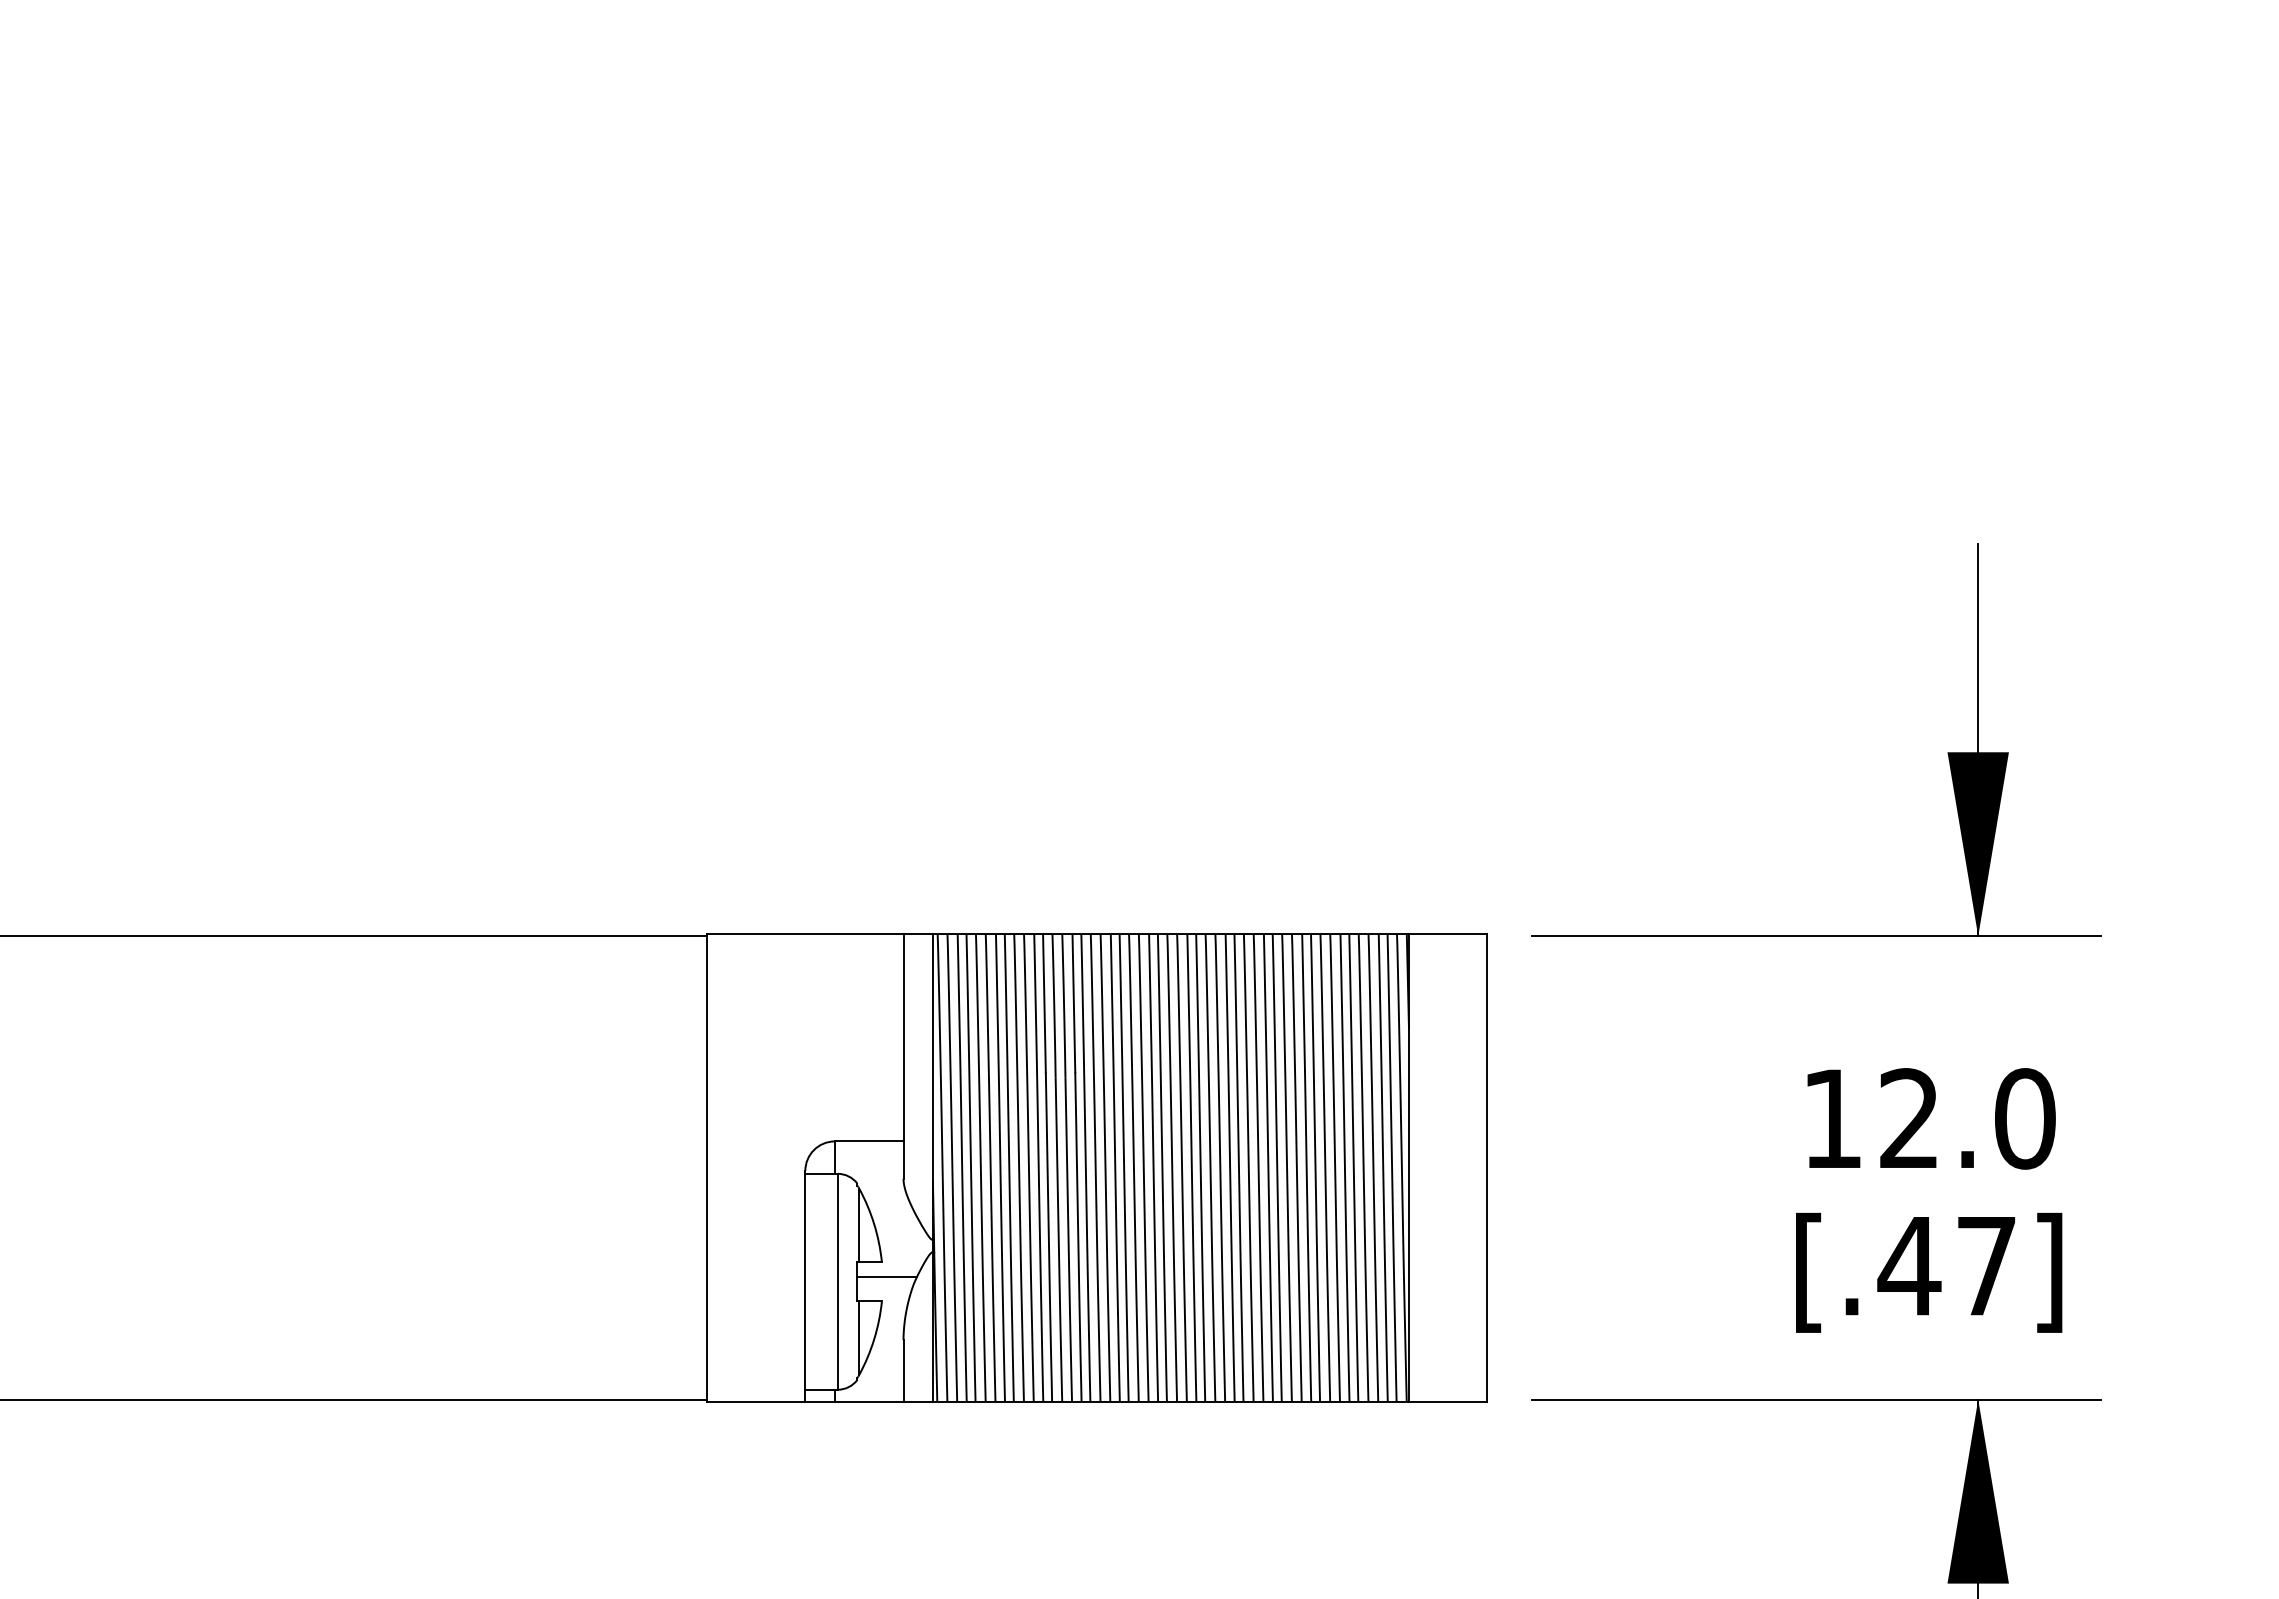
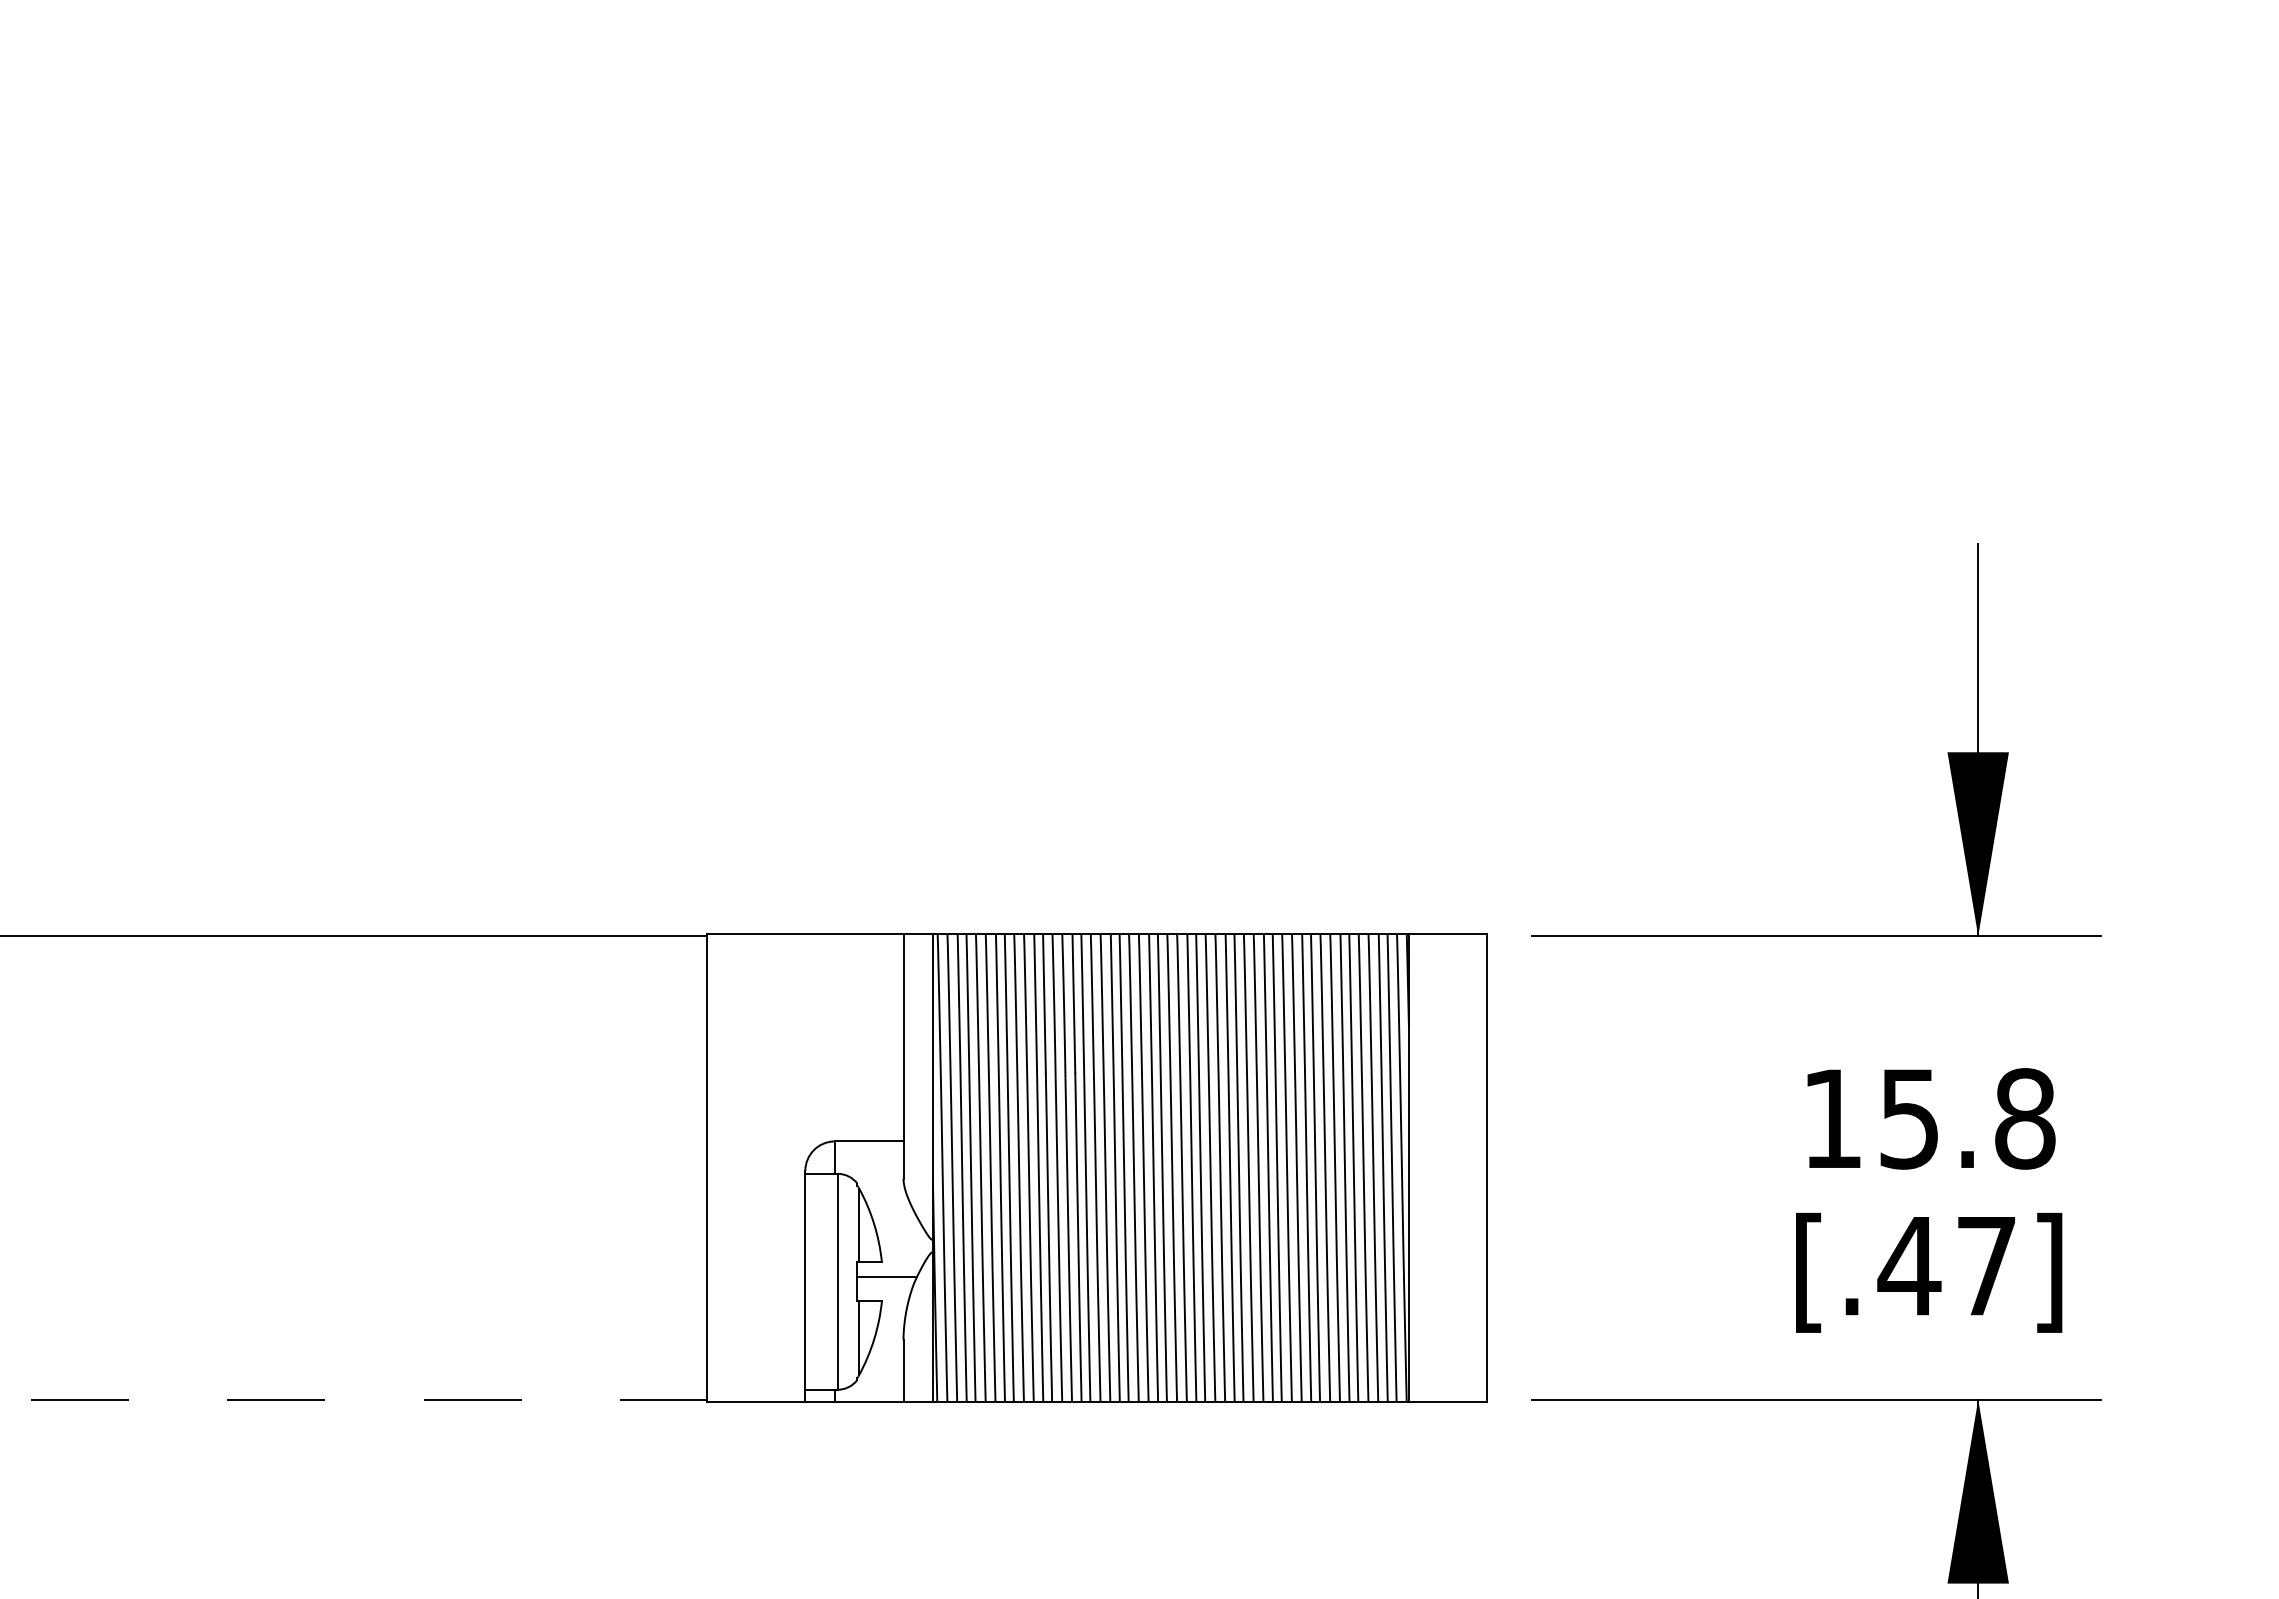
text at (1967, 1118): 12.0 -> 15.8
line at (354, 1399): solid -> dashed
